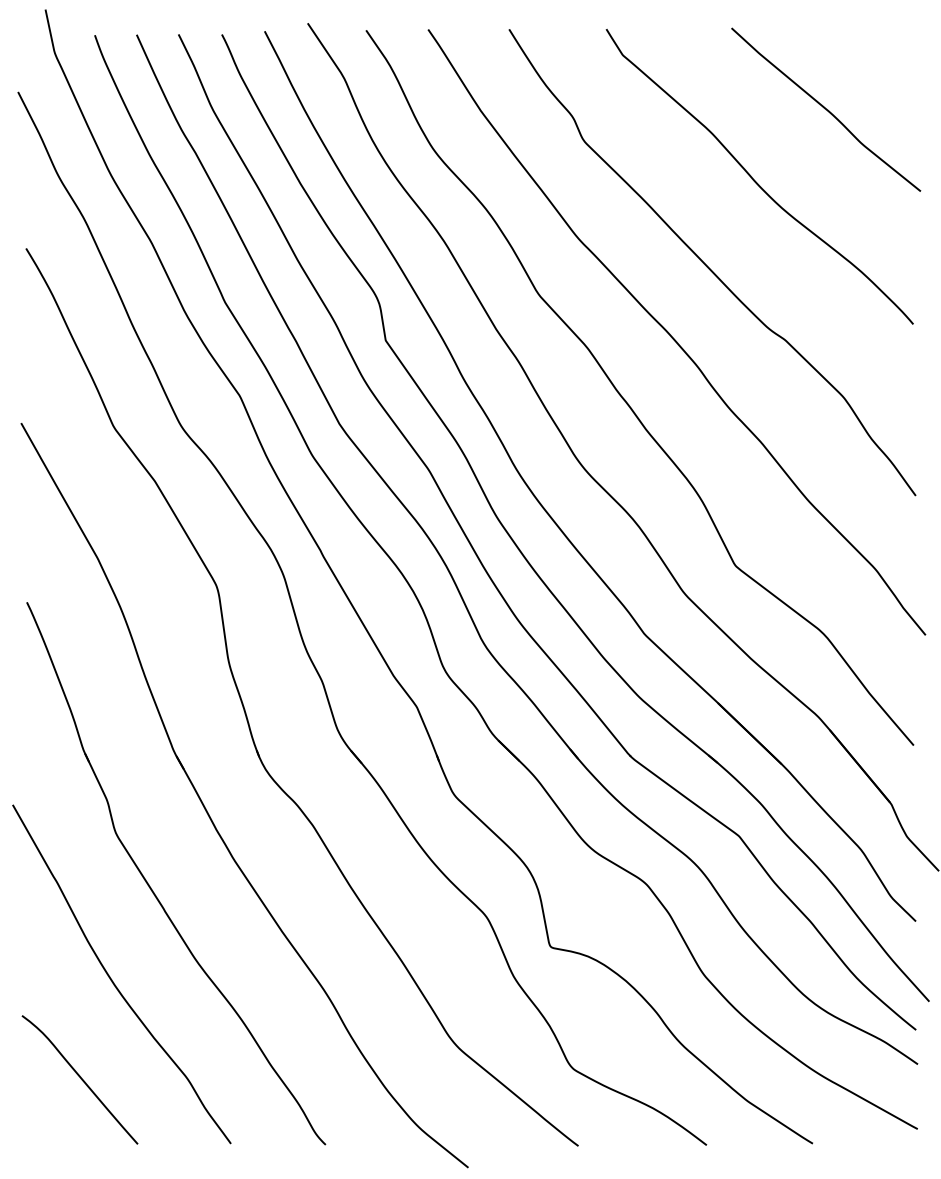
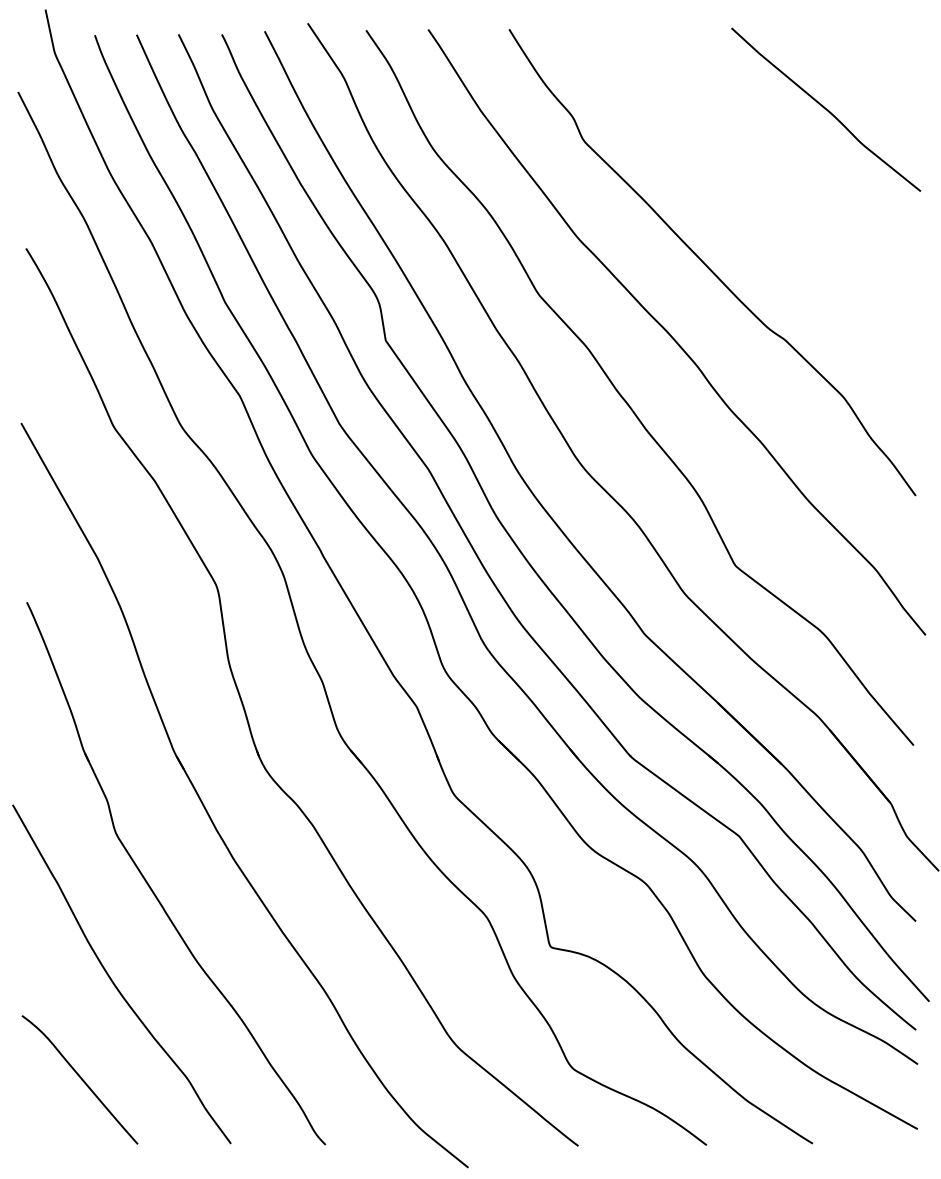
curve at (755, 180): present -> none
